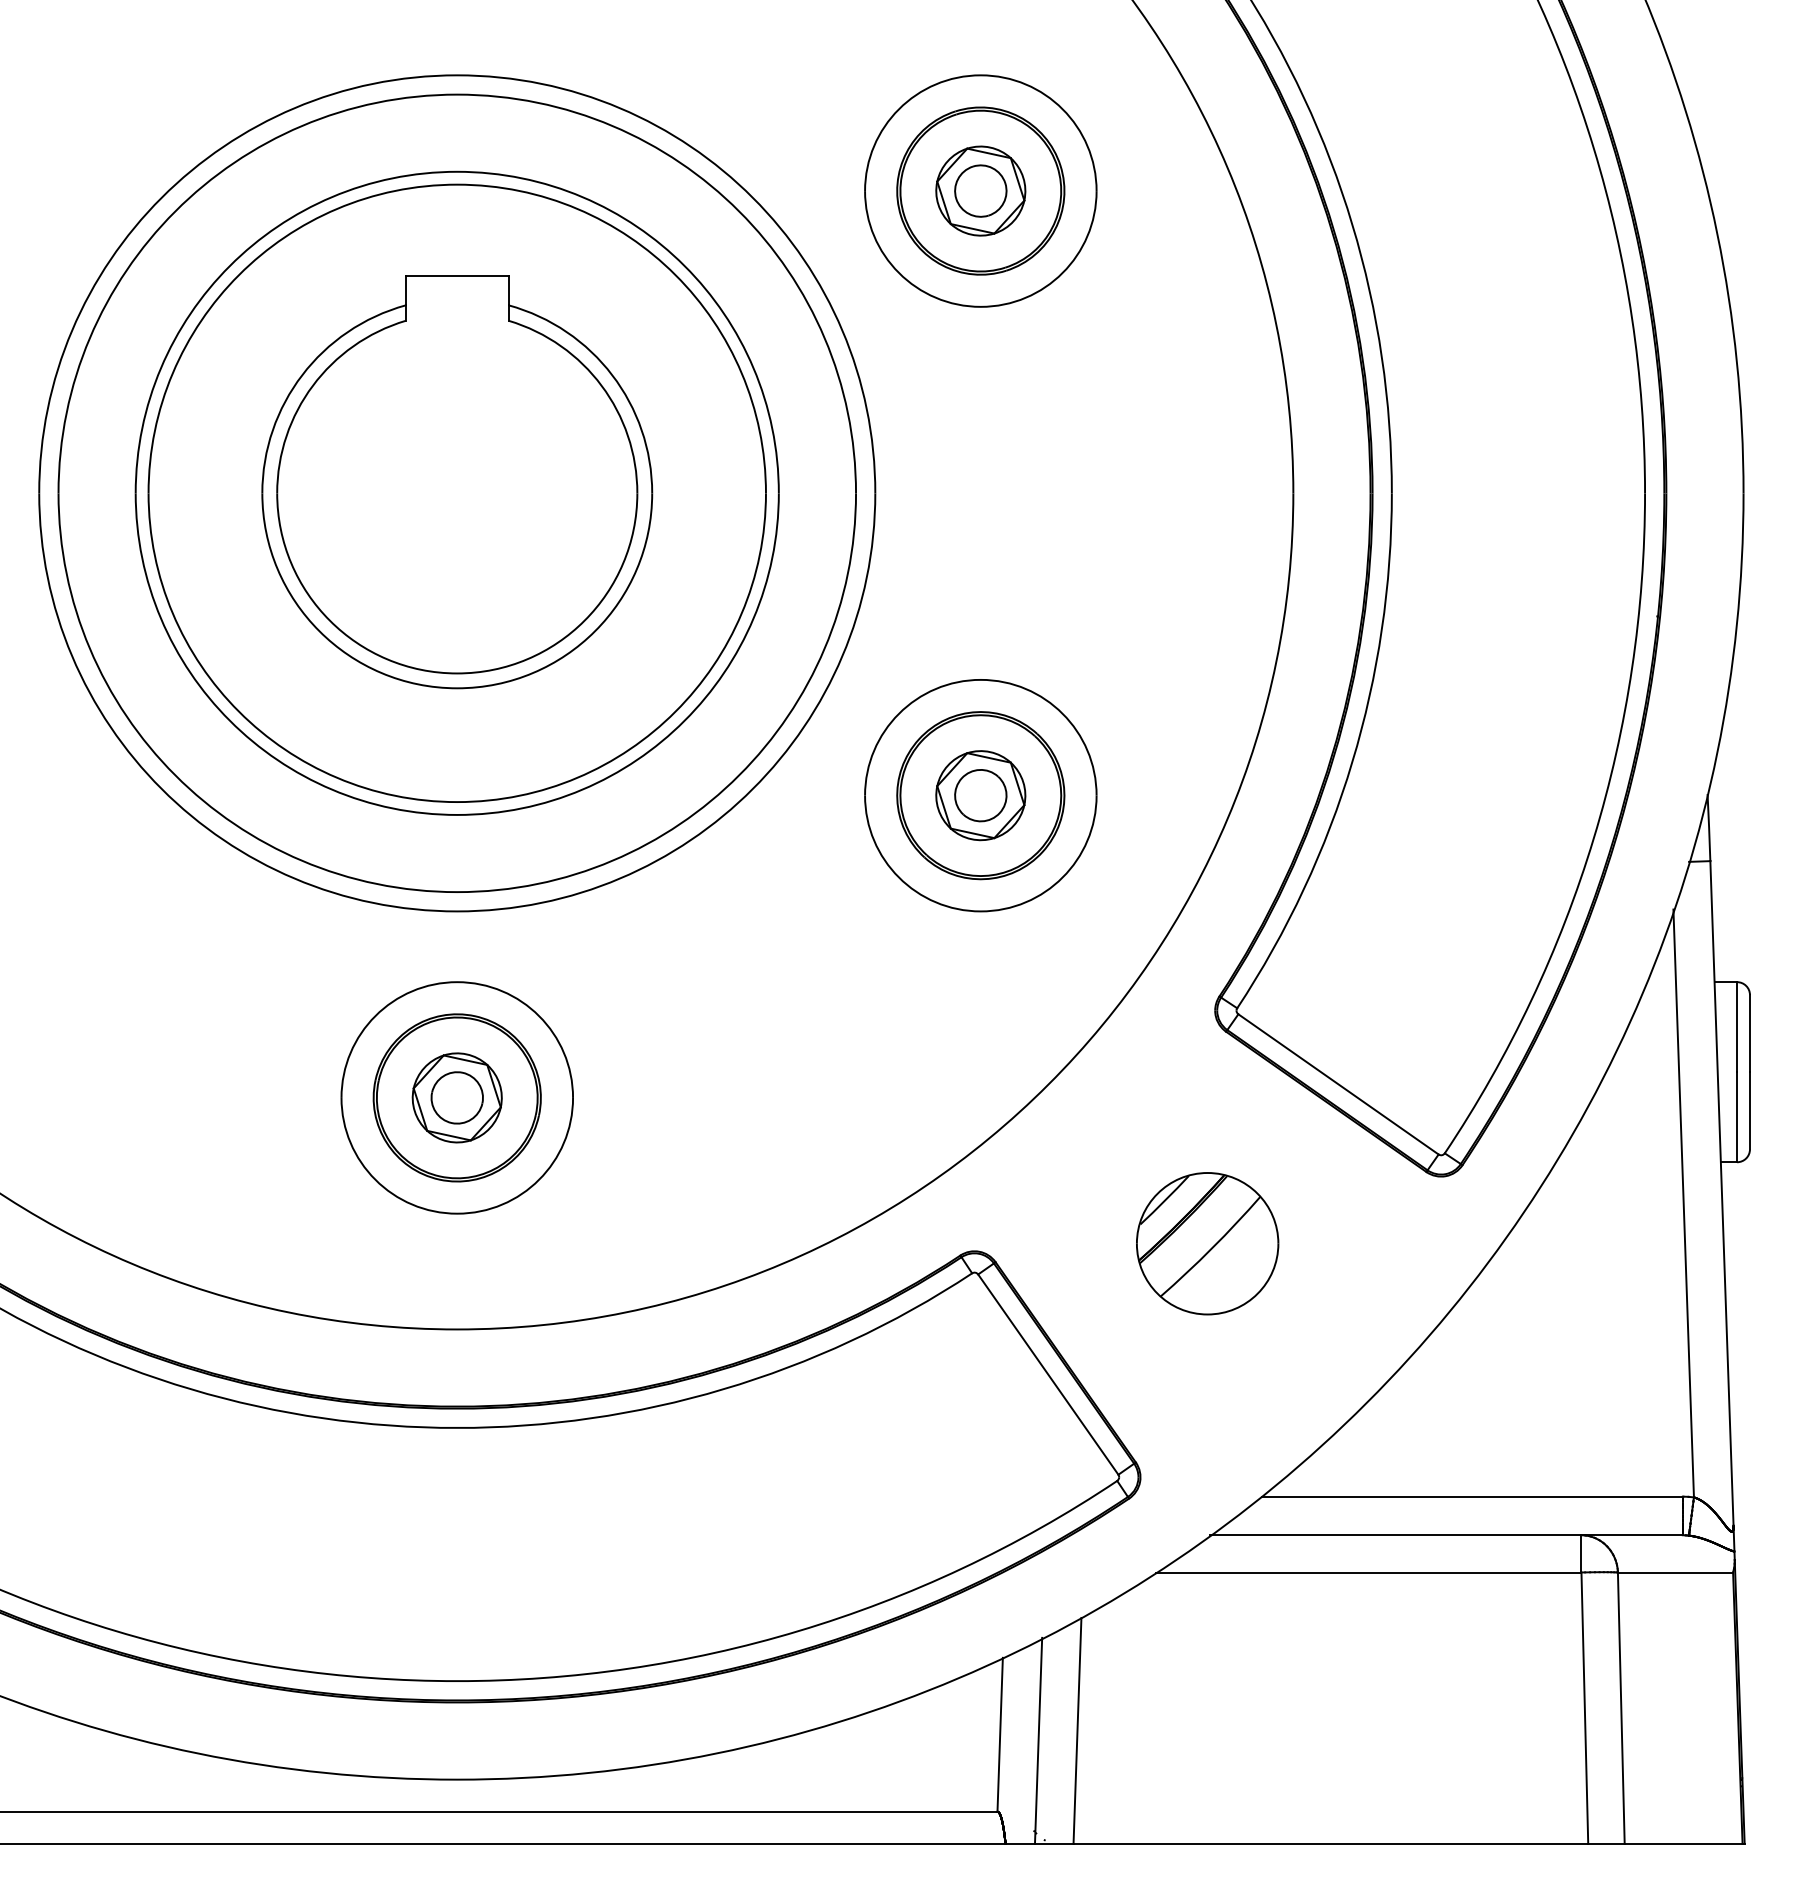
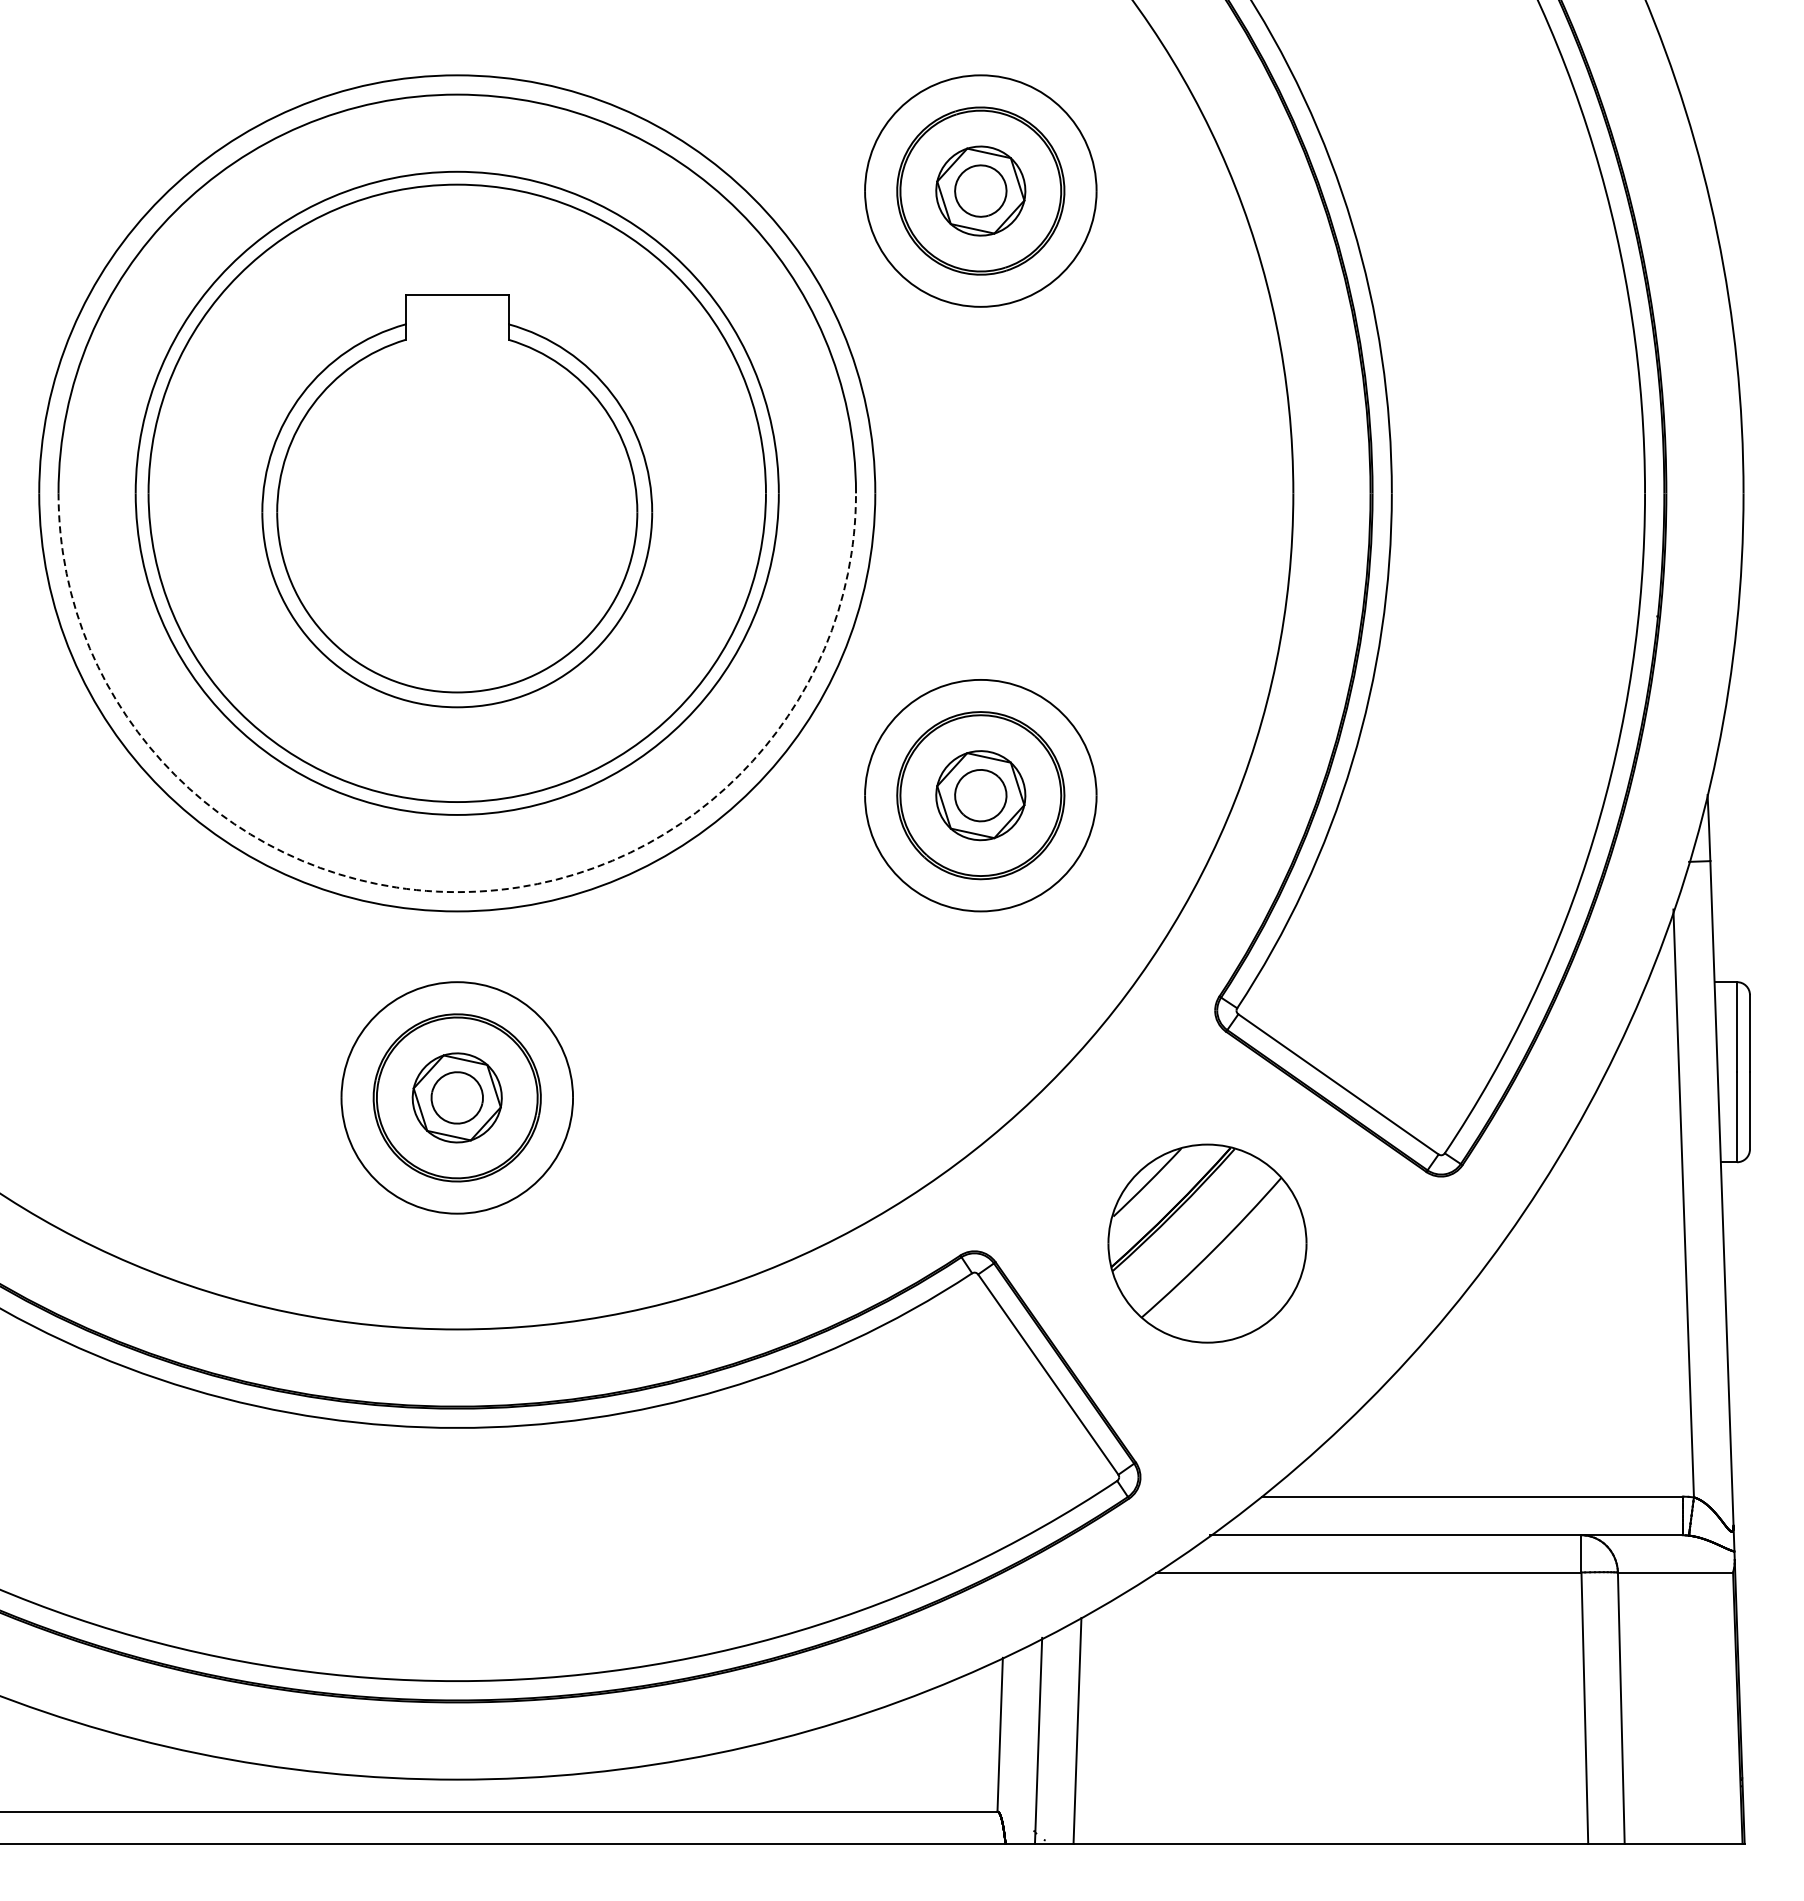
part at (457, 482) position: (457, 482) -> (457, 501)
arc at (457, 892): solid -> dashed
part at (1207, 1243) size: 144x144 px -> 201x201 px
